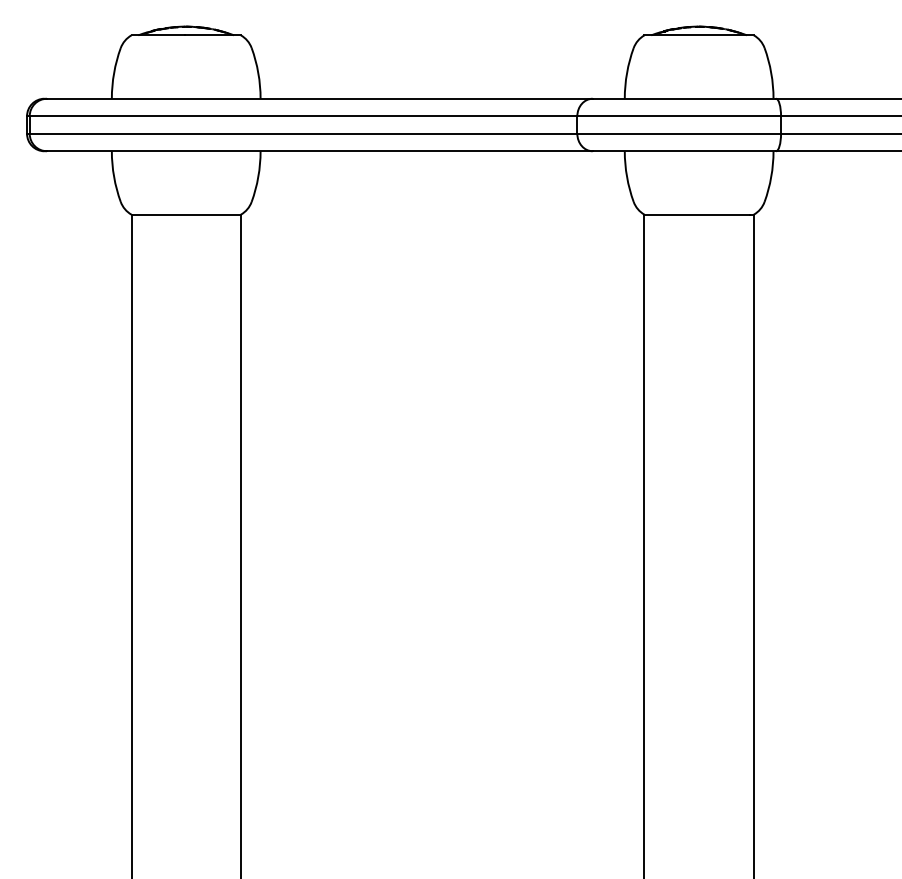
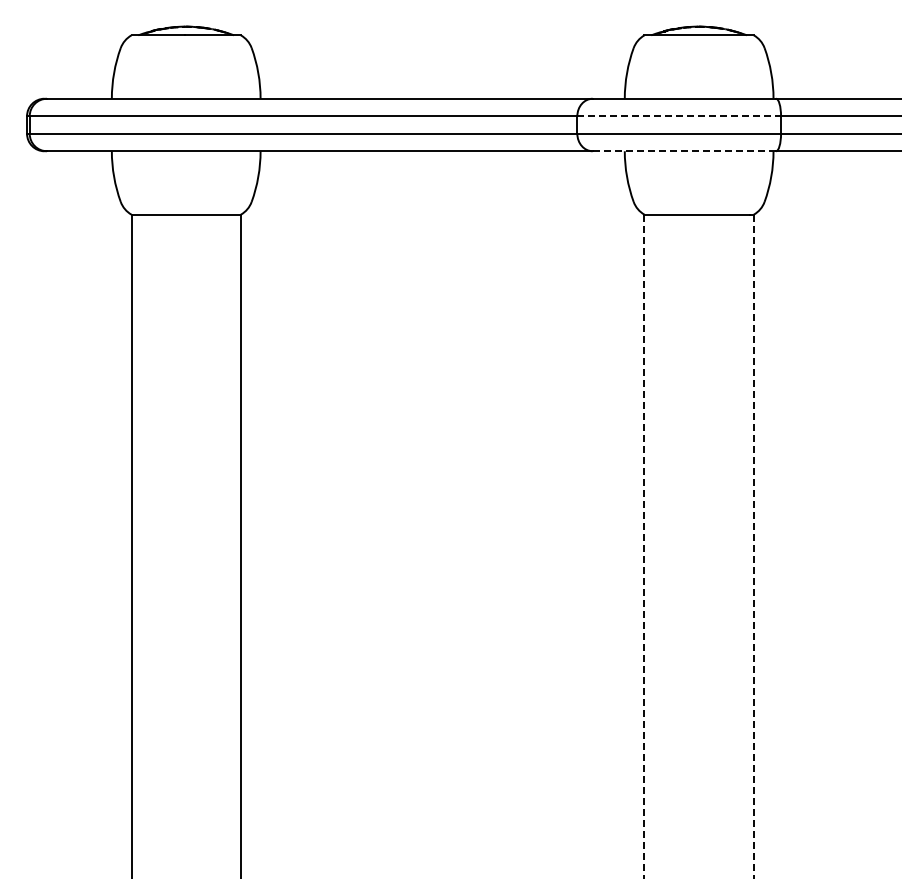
line at (679, 116): solid -> dashed
line at (684, 151): solid -> dashed
line at (644, 546): solid -> dashed
line at (753, 546): solid -> dashed
